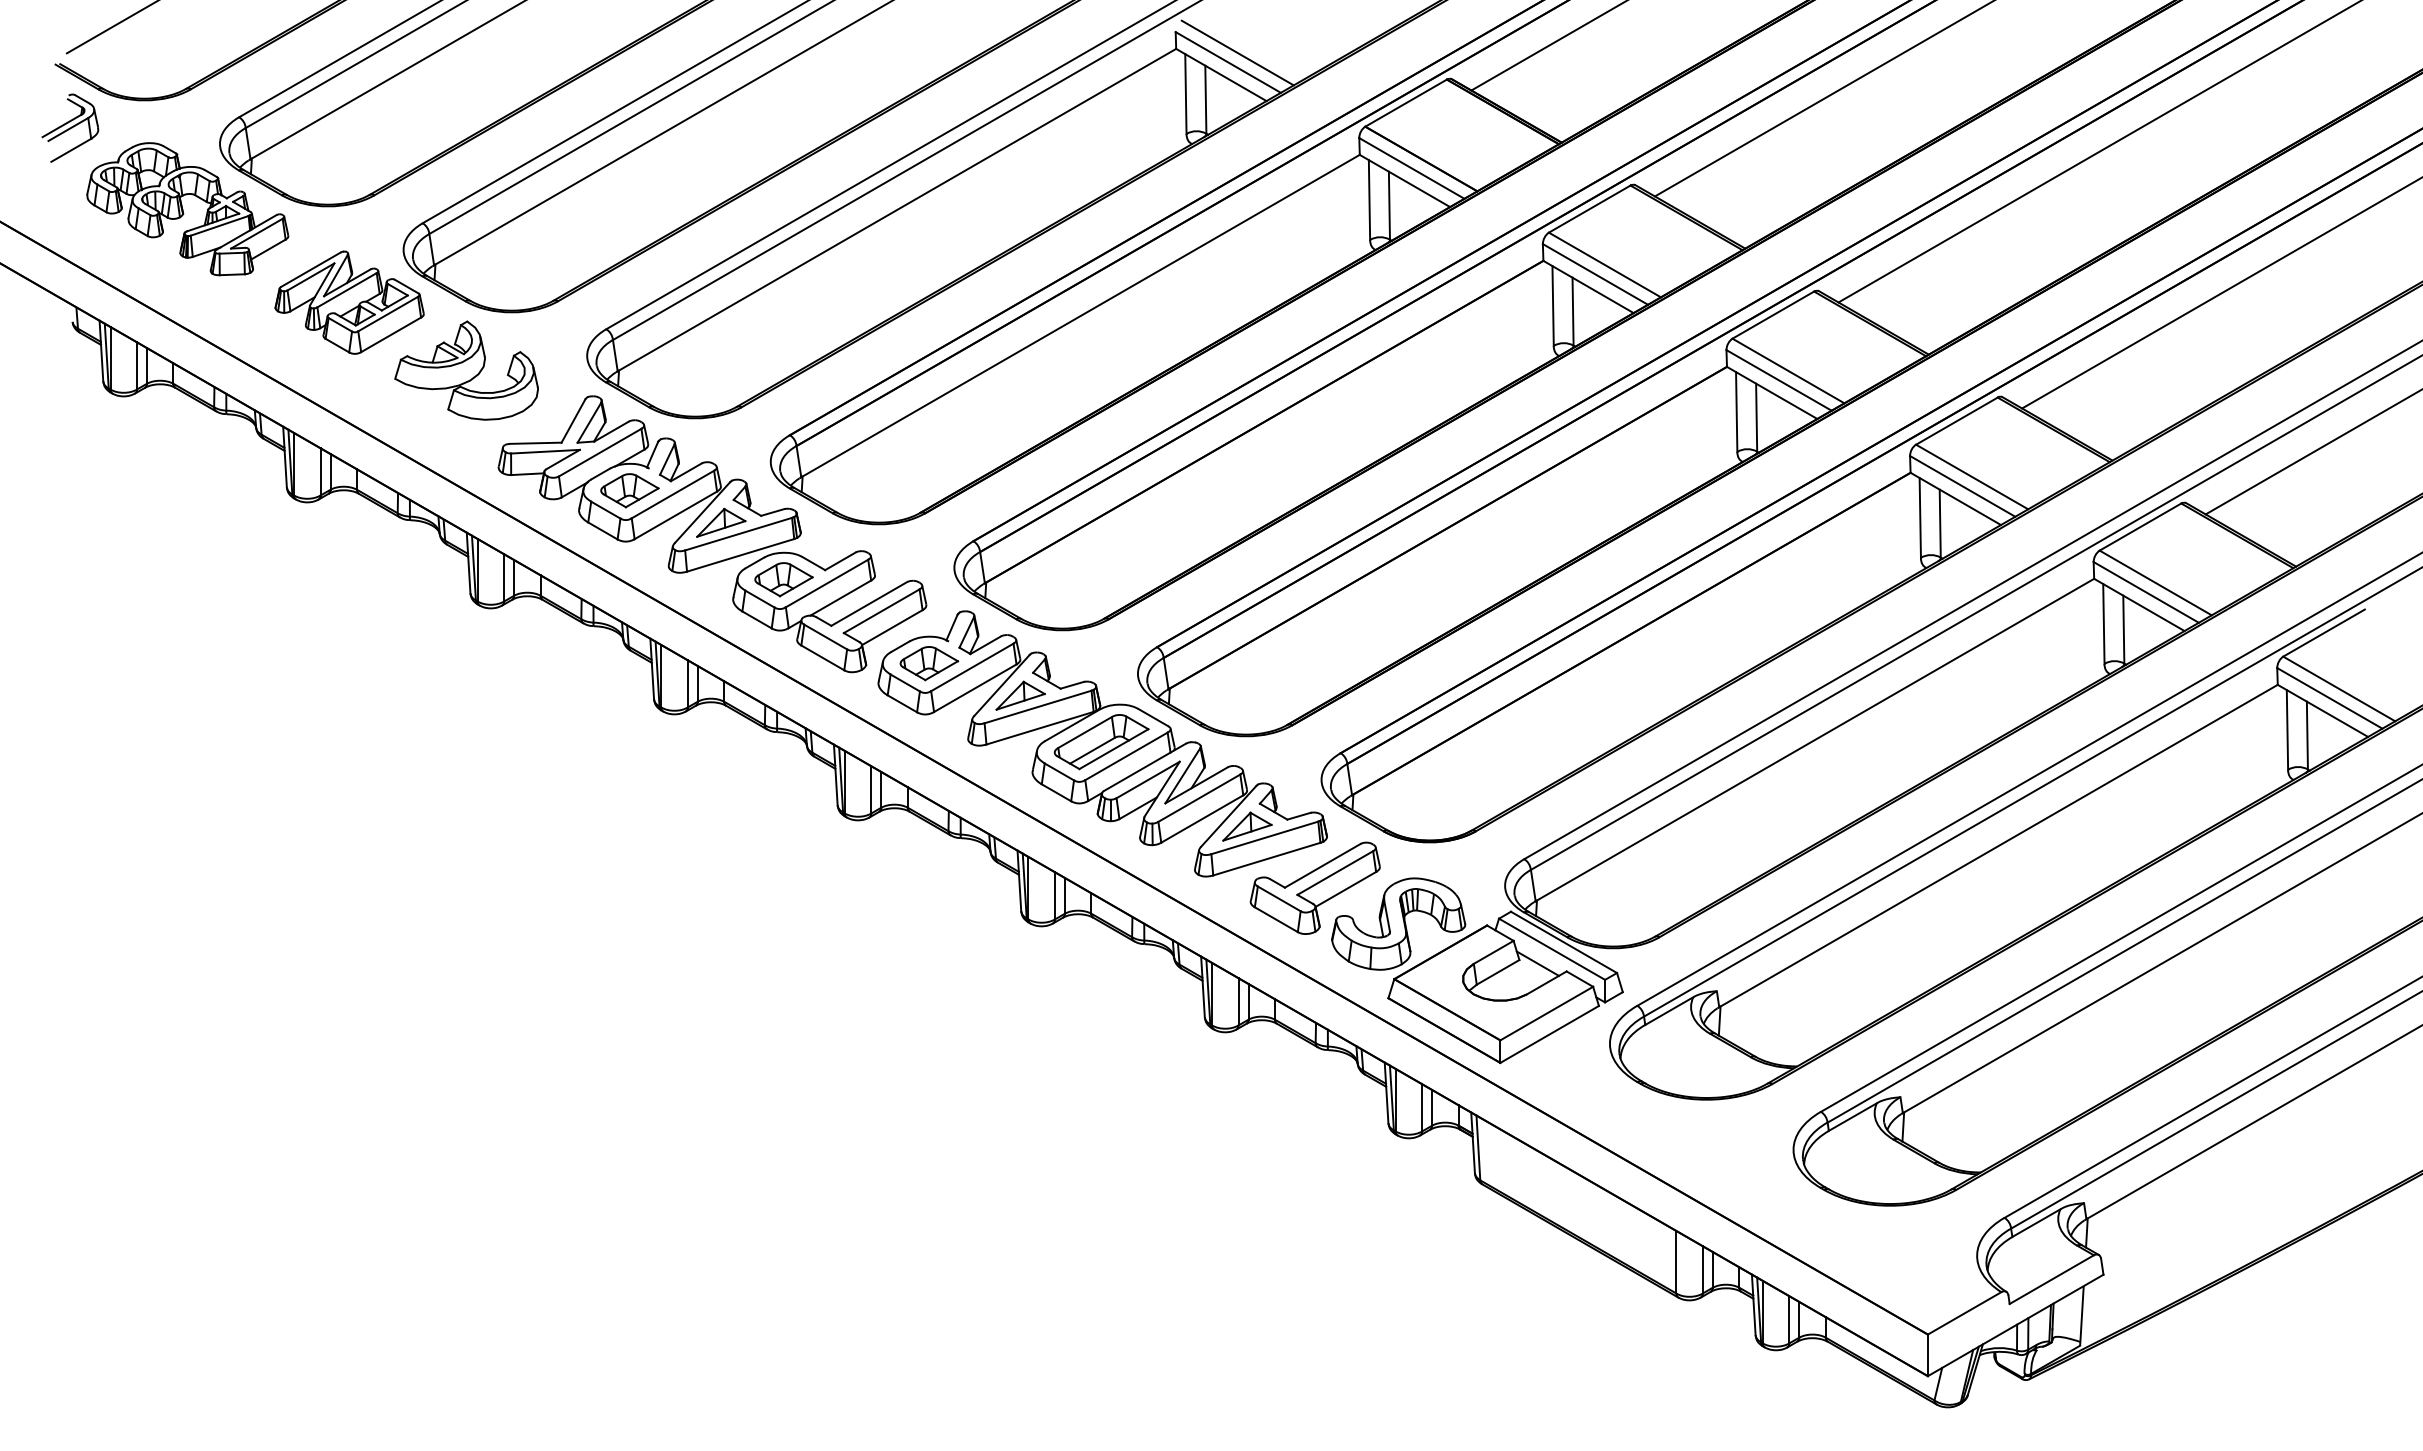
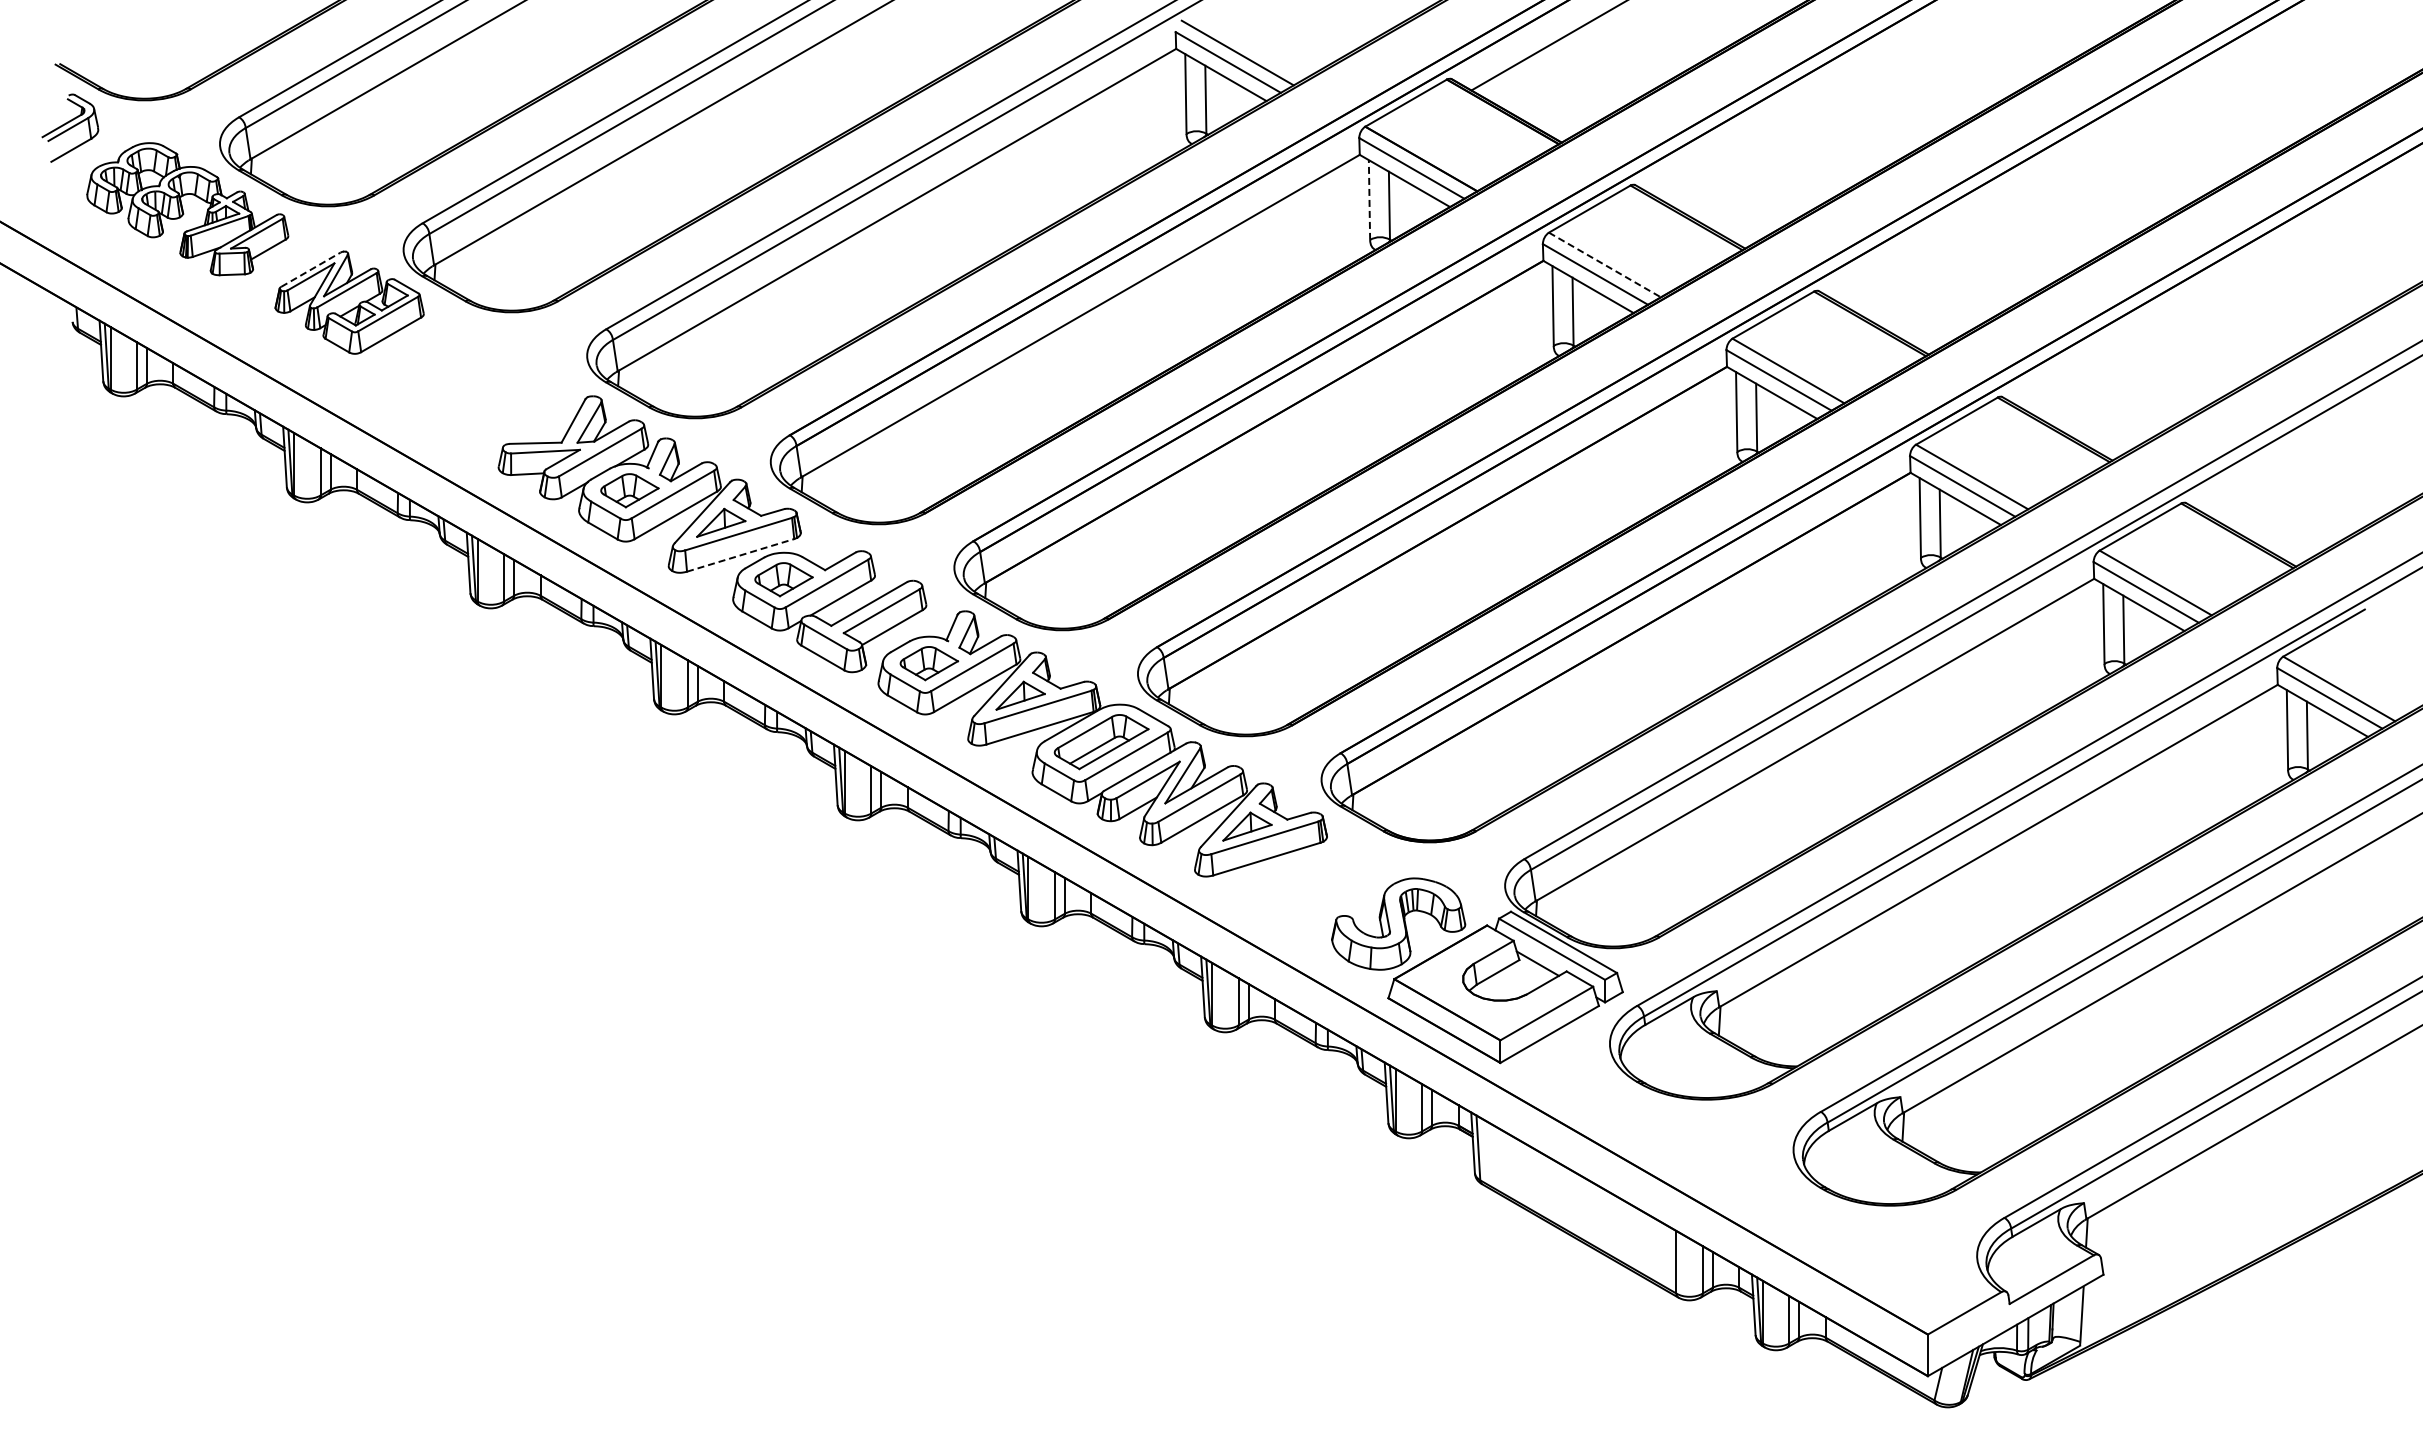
line at (110, 27): present -> none
line at (1822, 99): present -> none
line at (2098, 152): present -> none
line at (1369, 200): solid -> dashed
line at (1604, 265): solid -> dashed
line at (311, 269): solid -> dashed
line at (2220, 293): present -> none
part at (466, 370): present -> none
line at (2312, 452): present -> none
line at (741, 555): solid -> dashed
part at (1314, 887): present -> none
